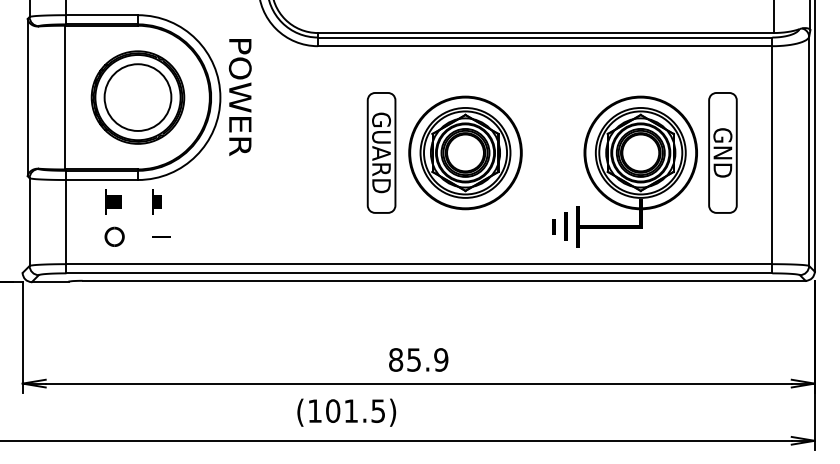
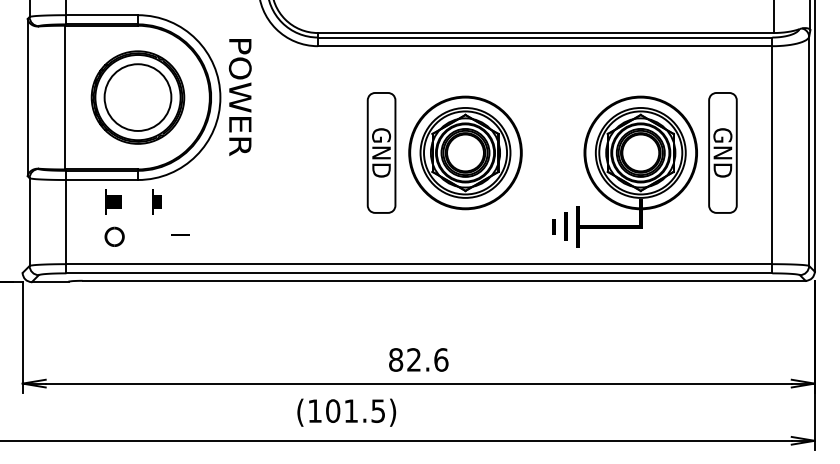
text at (381, 152): GUARD -> GND
line at (161, 236) position: (161, 236) -> (180, 234)
text at (427, 359): 85.9 -> 82.6
